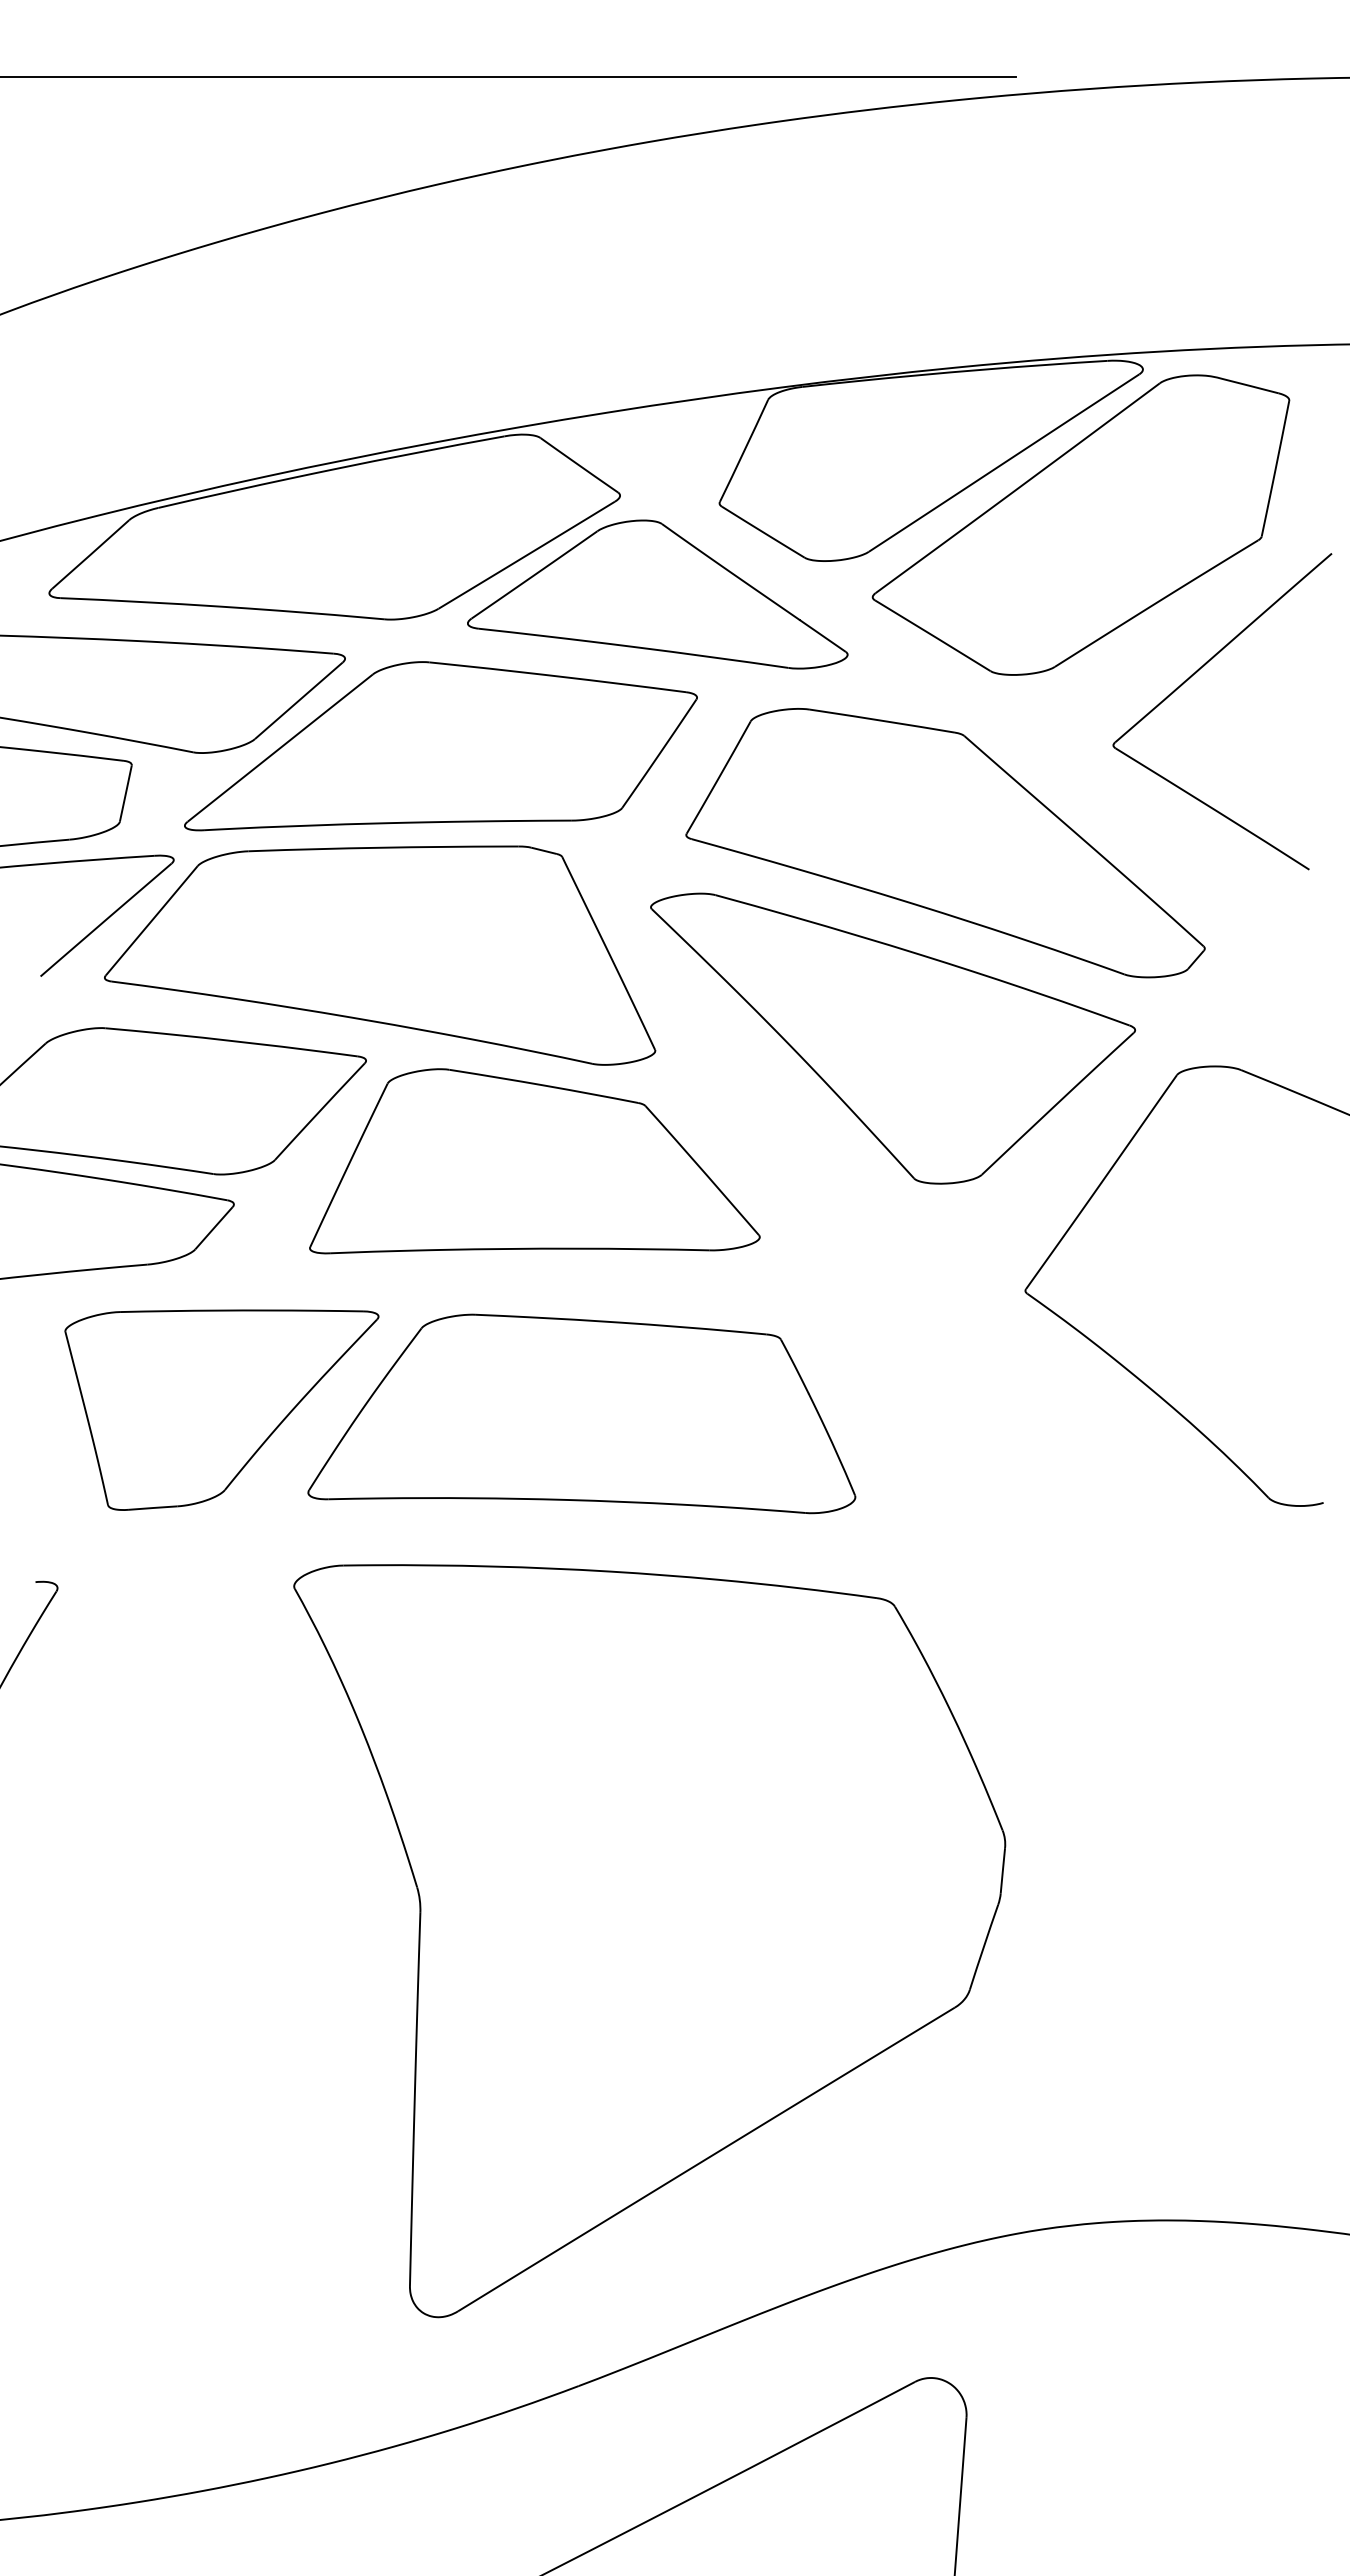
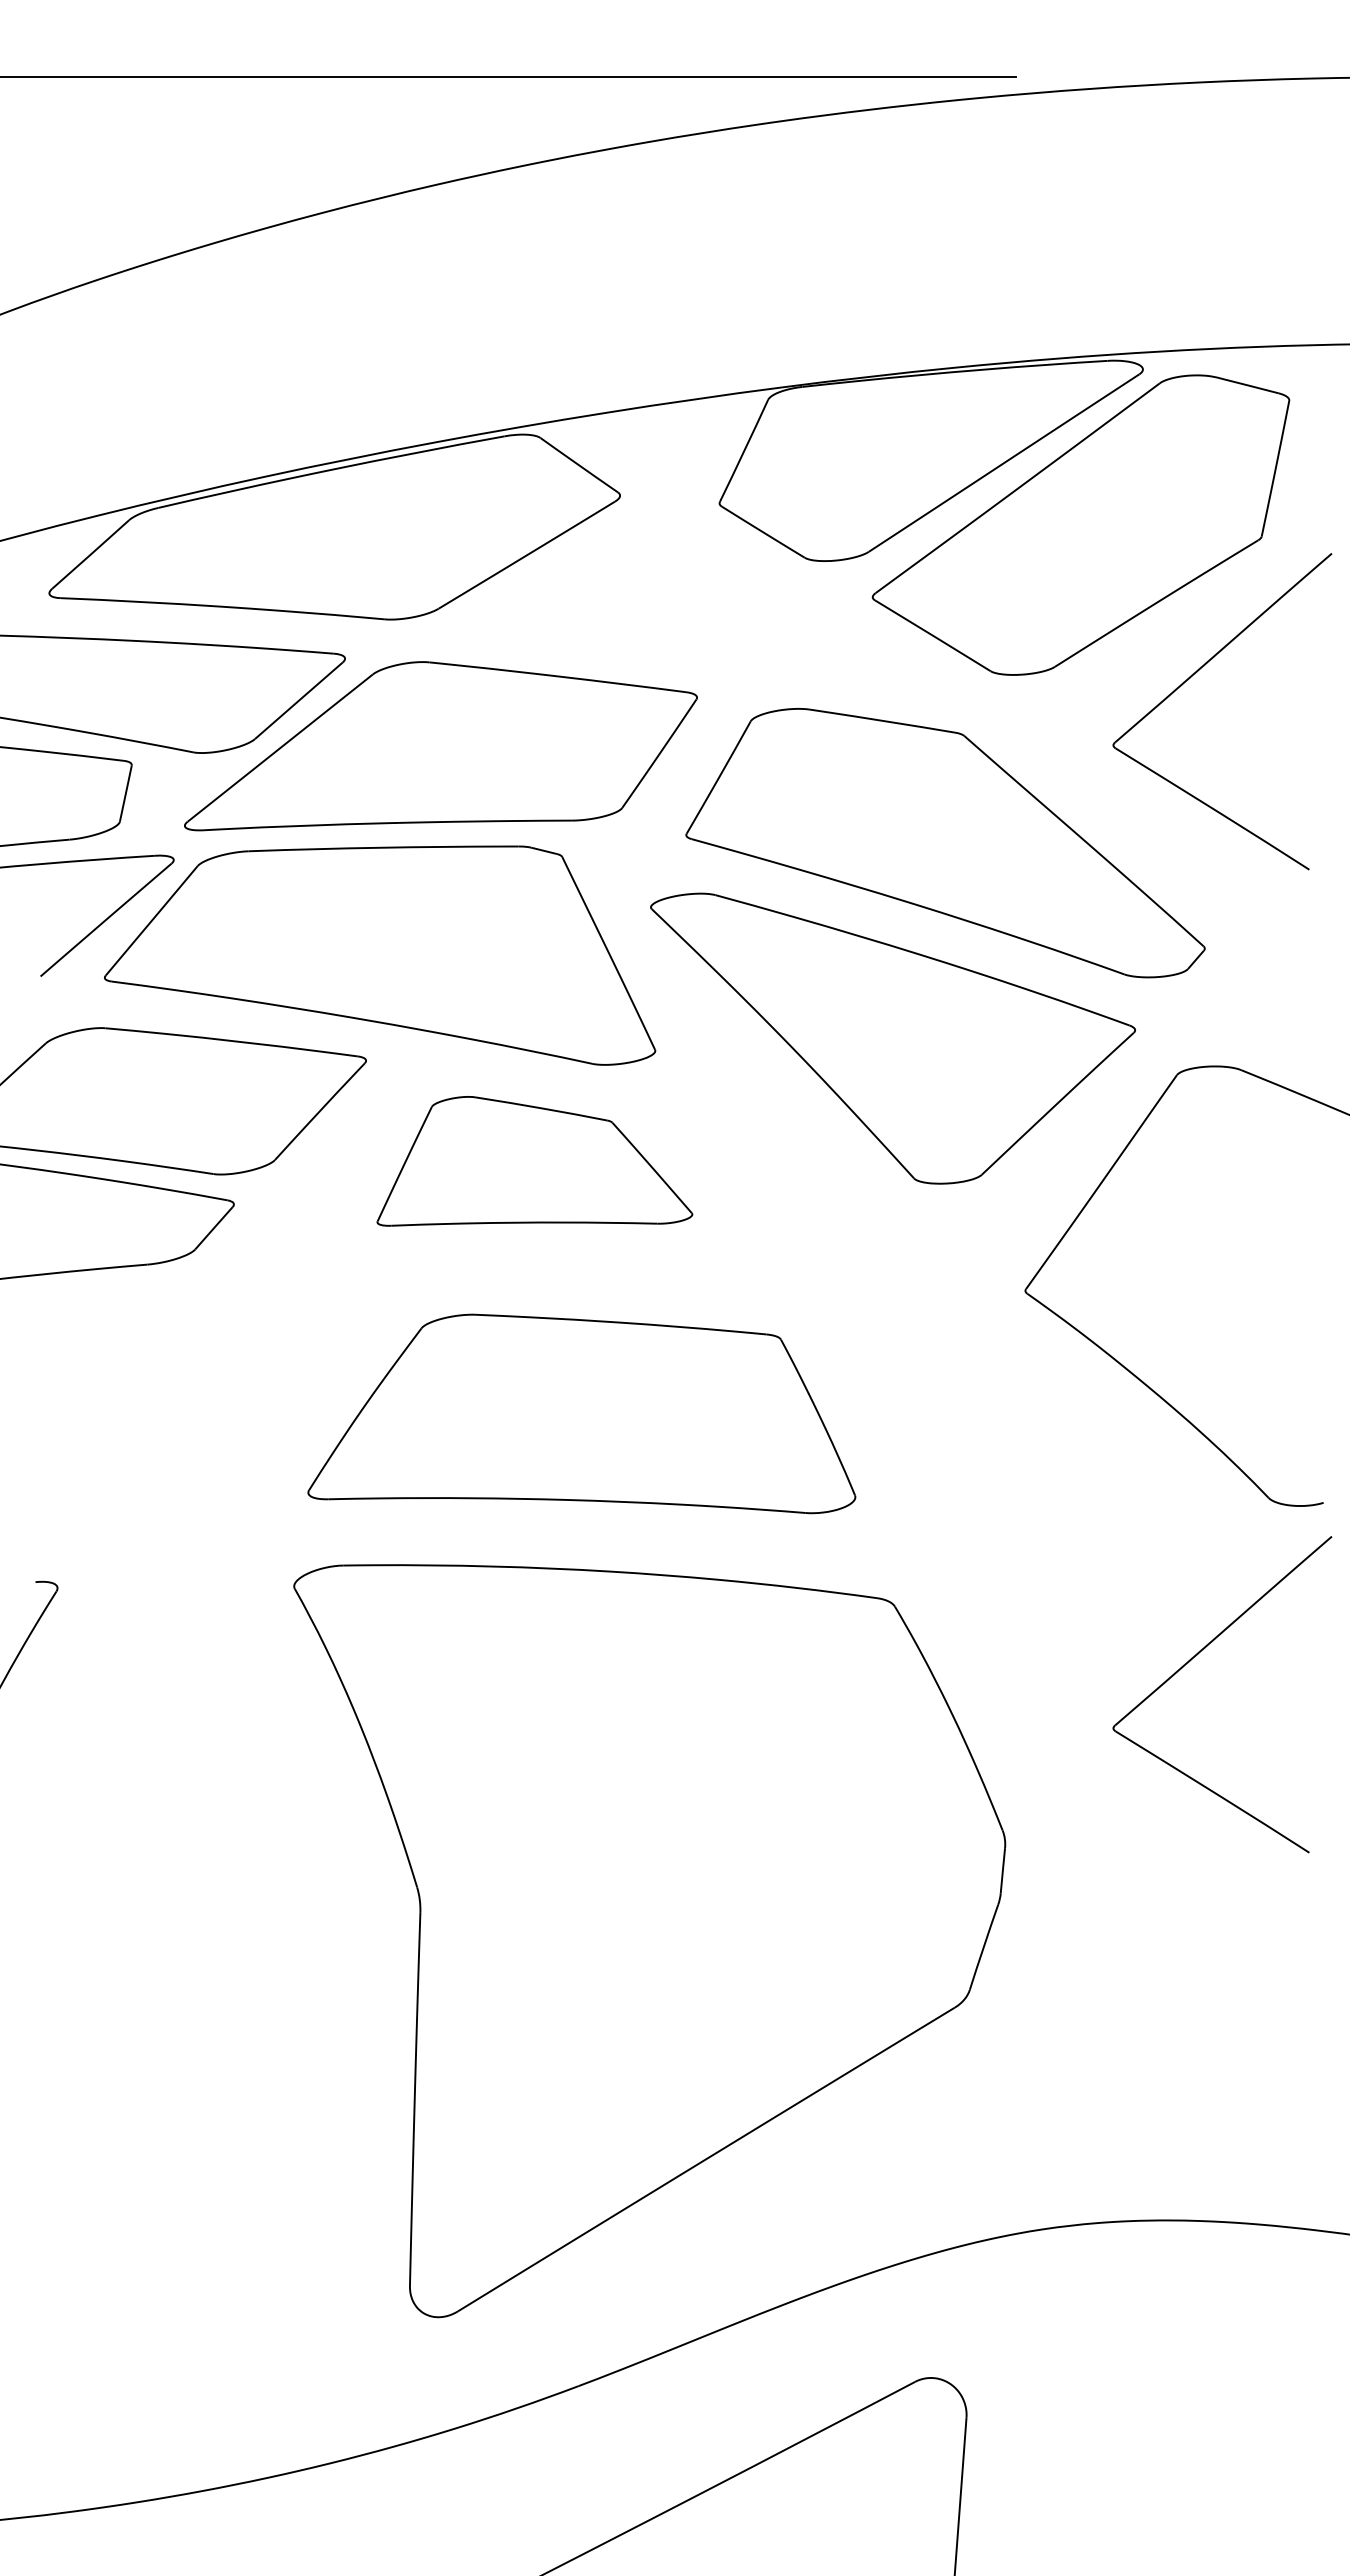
part at (657, 594): present -> none
part at (534, 1161) size: 452x187 px -> 318x131 px
part at (221, 1409): present -> none
part at (1190, 1661): none -> present
